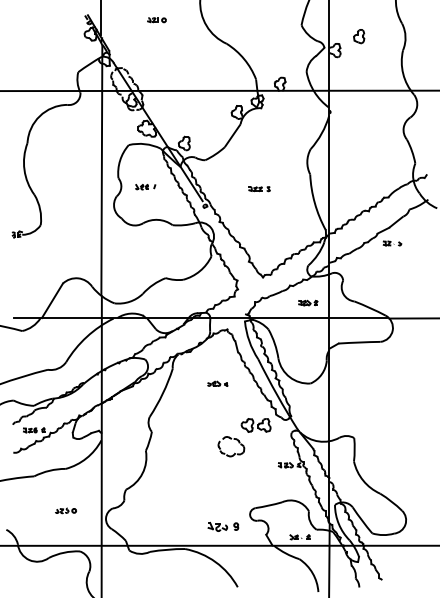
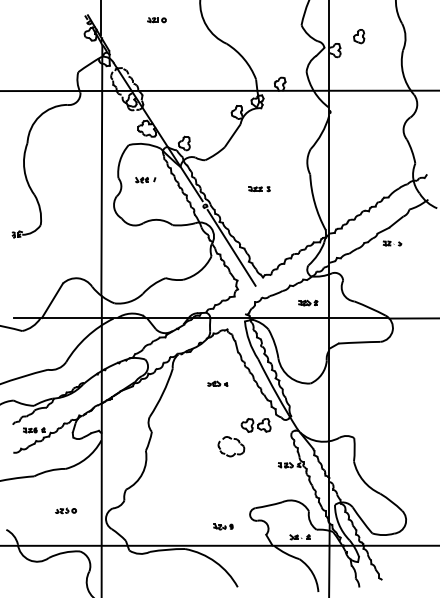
part at (145, 187) position: (145, 187) -> (145, 180)
line at (231, 247): none -> present
part at (223, 526) size: 33x10 px -> 21x8 px
